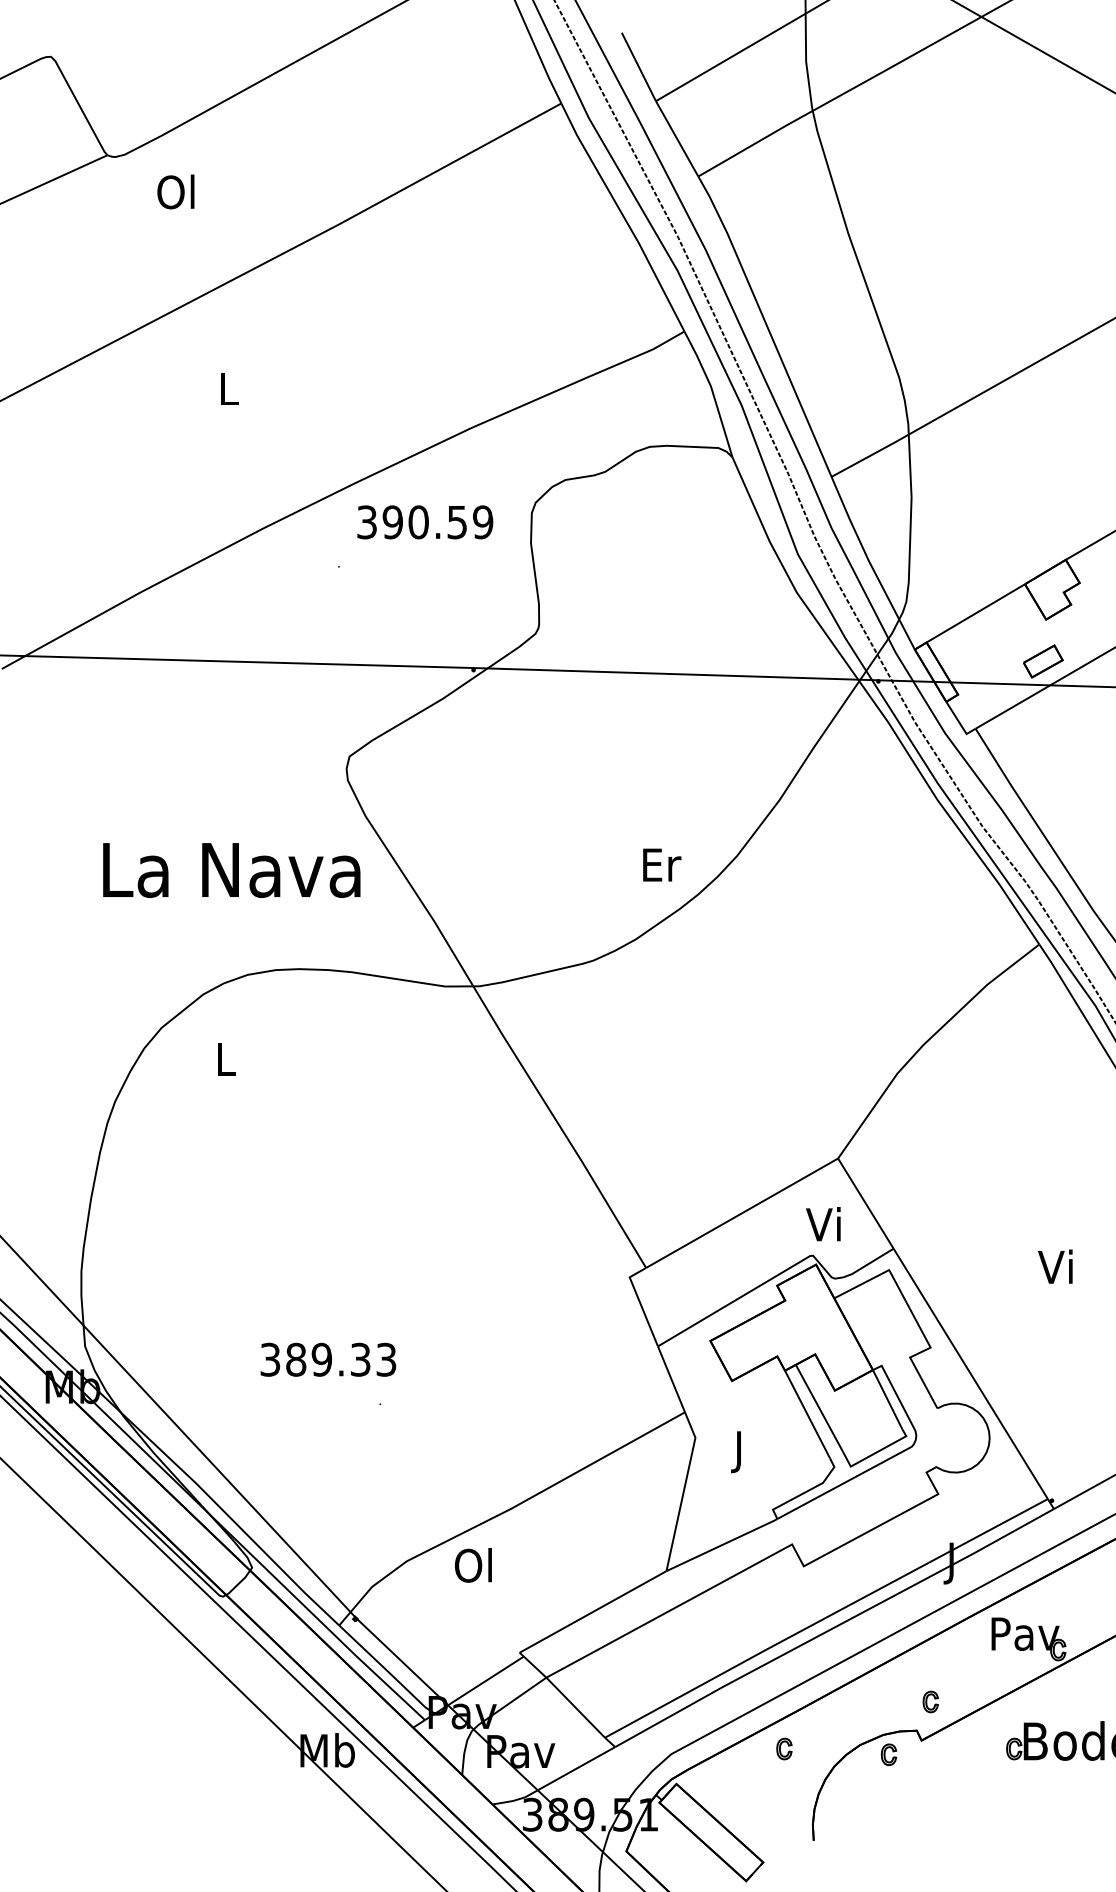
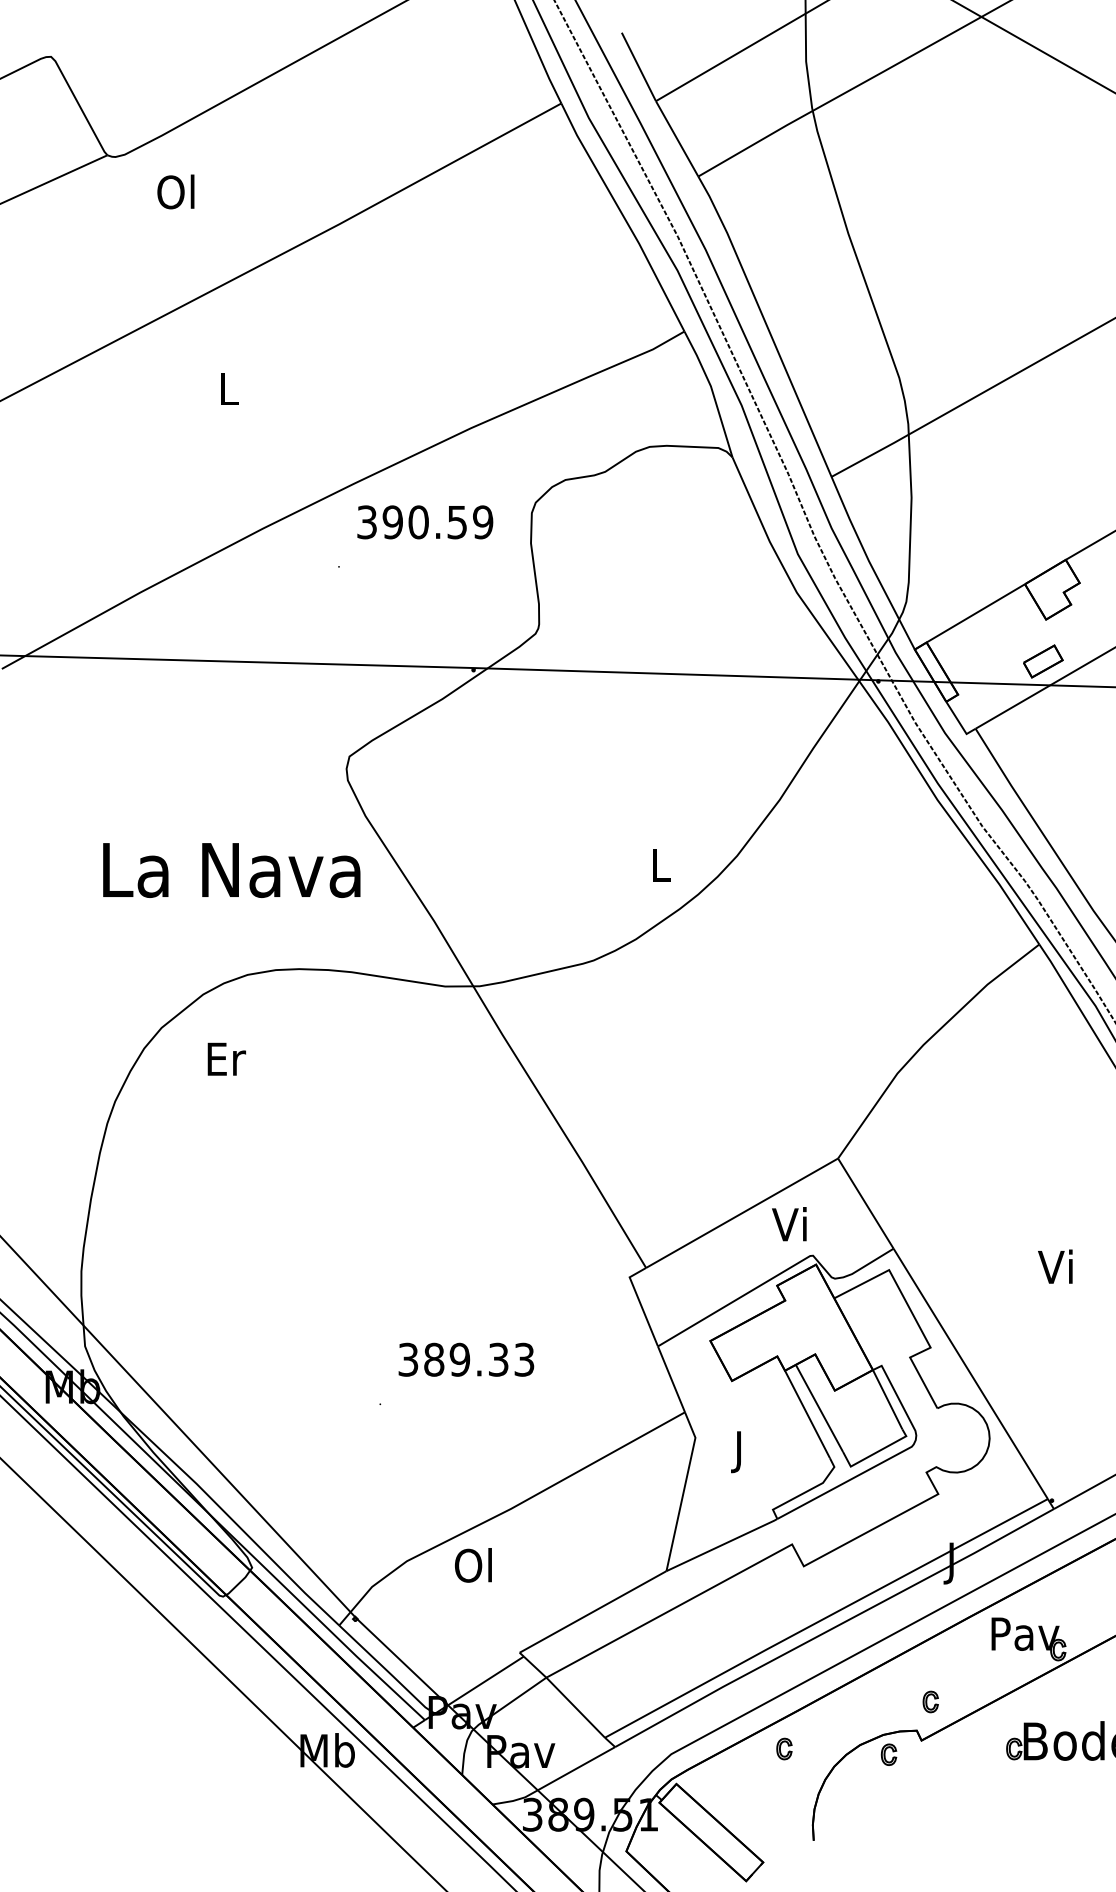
text at (662, 864): Er -> L
text at (226, 1058): L -> Er
text at (823, 1224) position: (823, 1224) -> (789, 1224)
text at (328, 1359) position: (328, 1359) -> (466, 1359)
